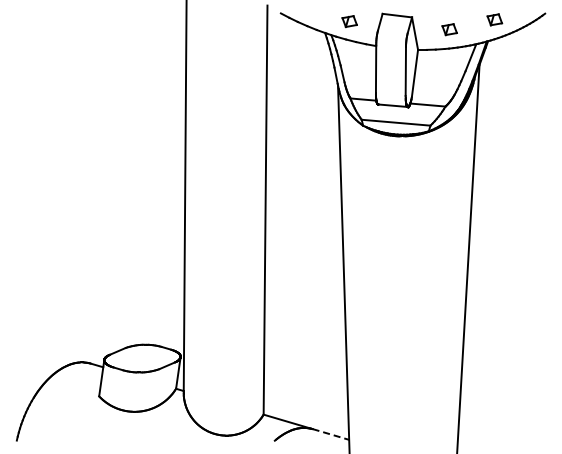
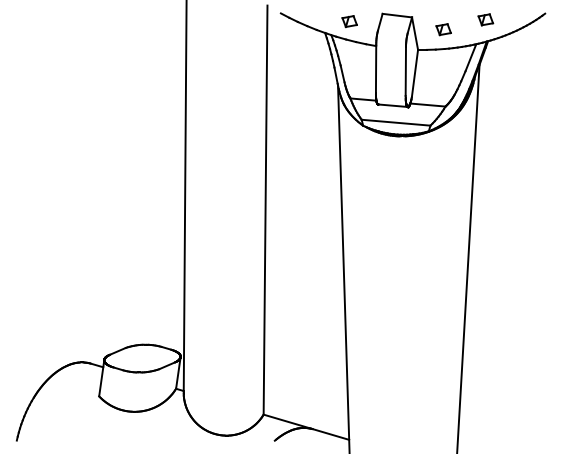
part at (494, 19) position: (494, 19) -> (485, 19)
part at (449, 29) position: (449, 29) -> (443, 29)
line at (331, 434): dashed -> solid
